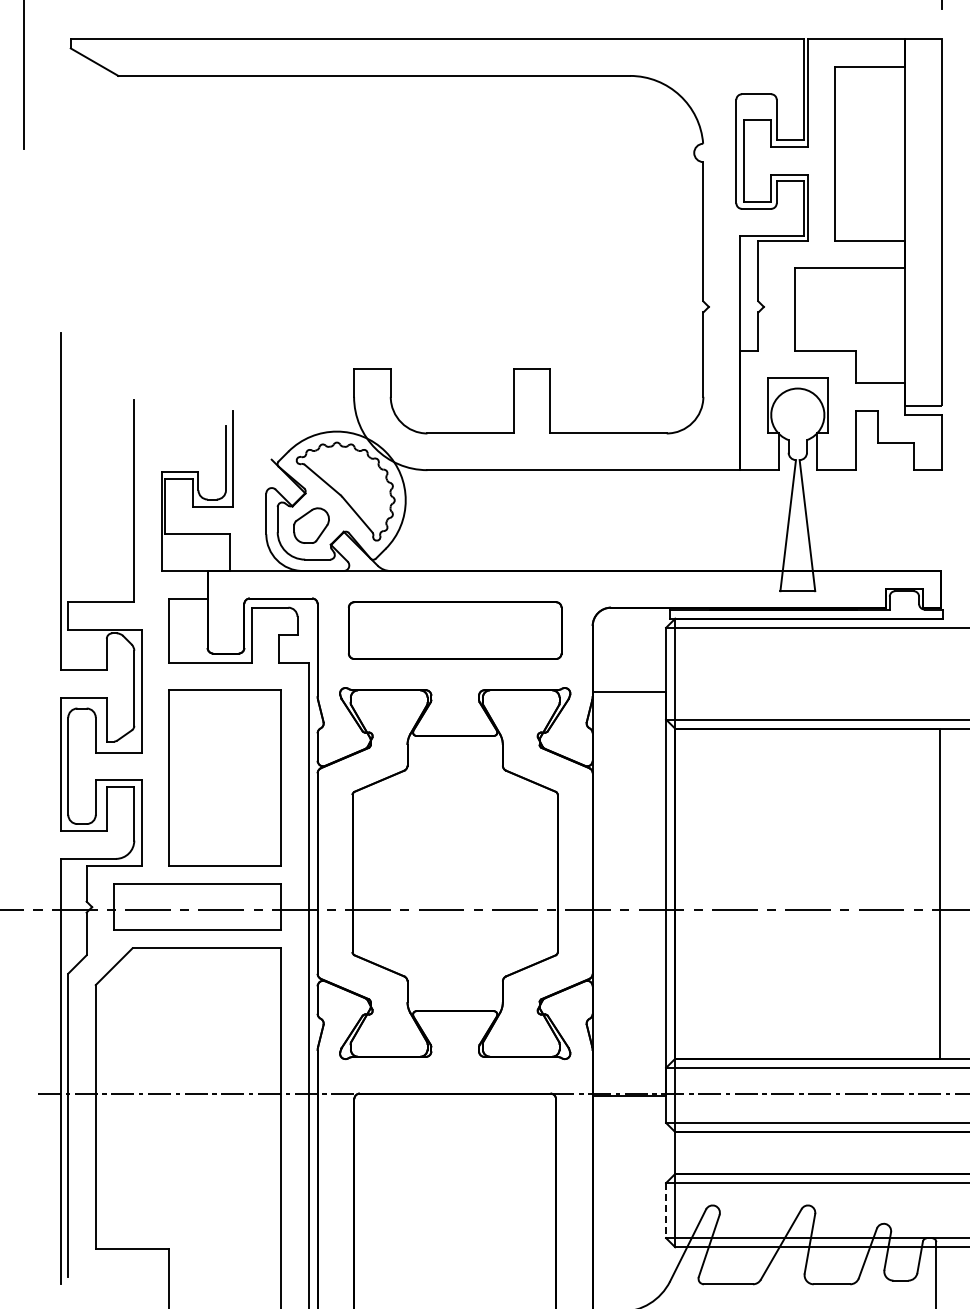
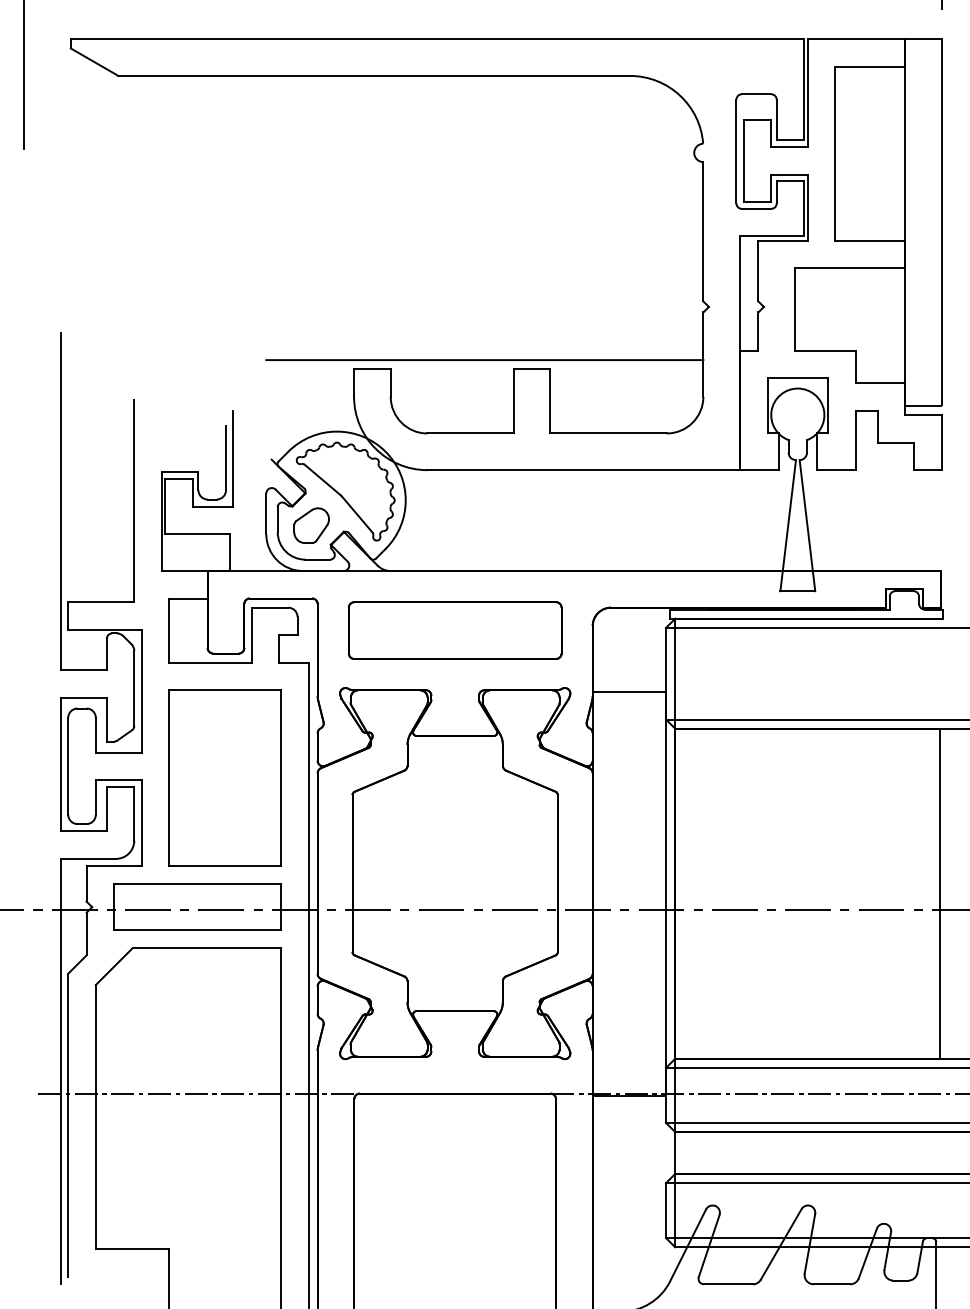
line at (484, 360): none -> present
line at (666, 1210): dashed -> solid
